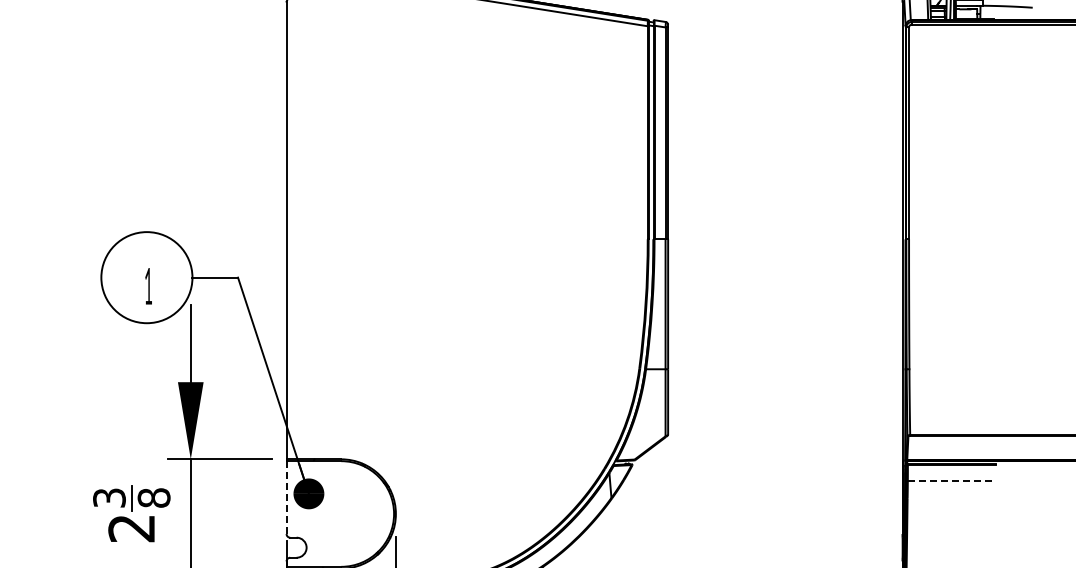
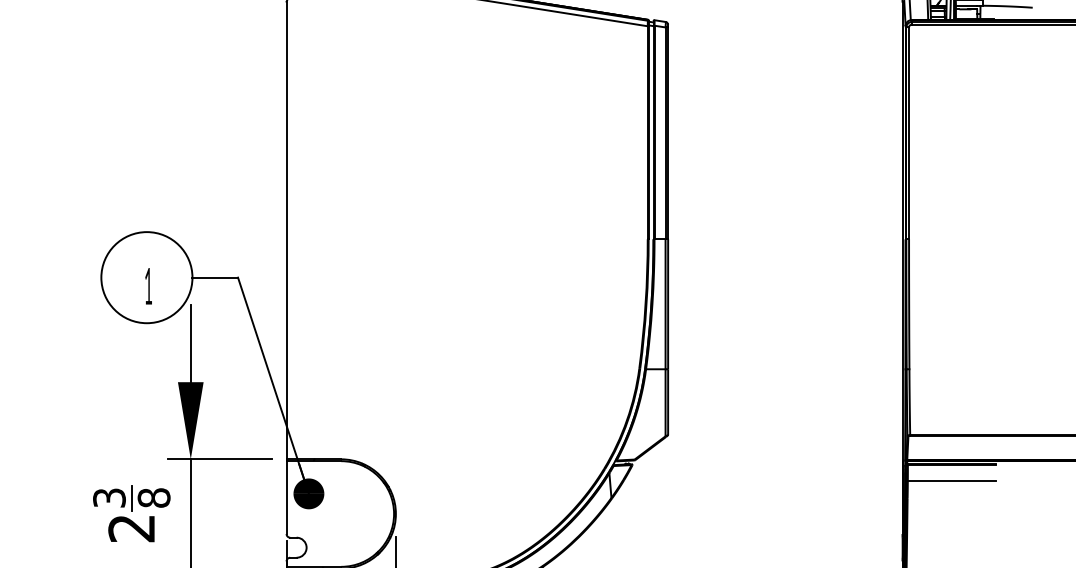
line at (951, 480): dashed -> solid
line at (286, 497): dashed -> solid
